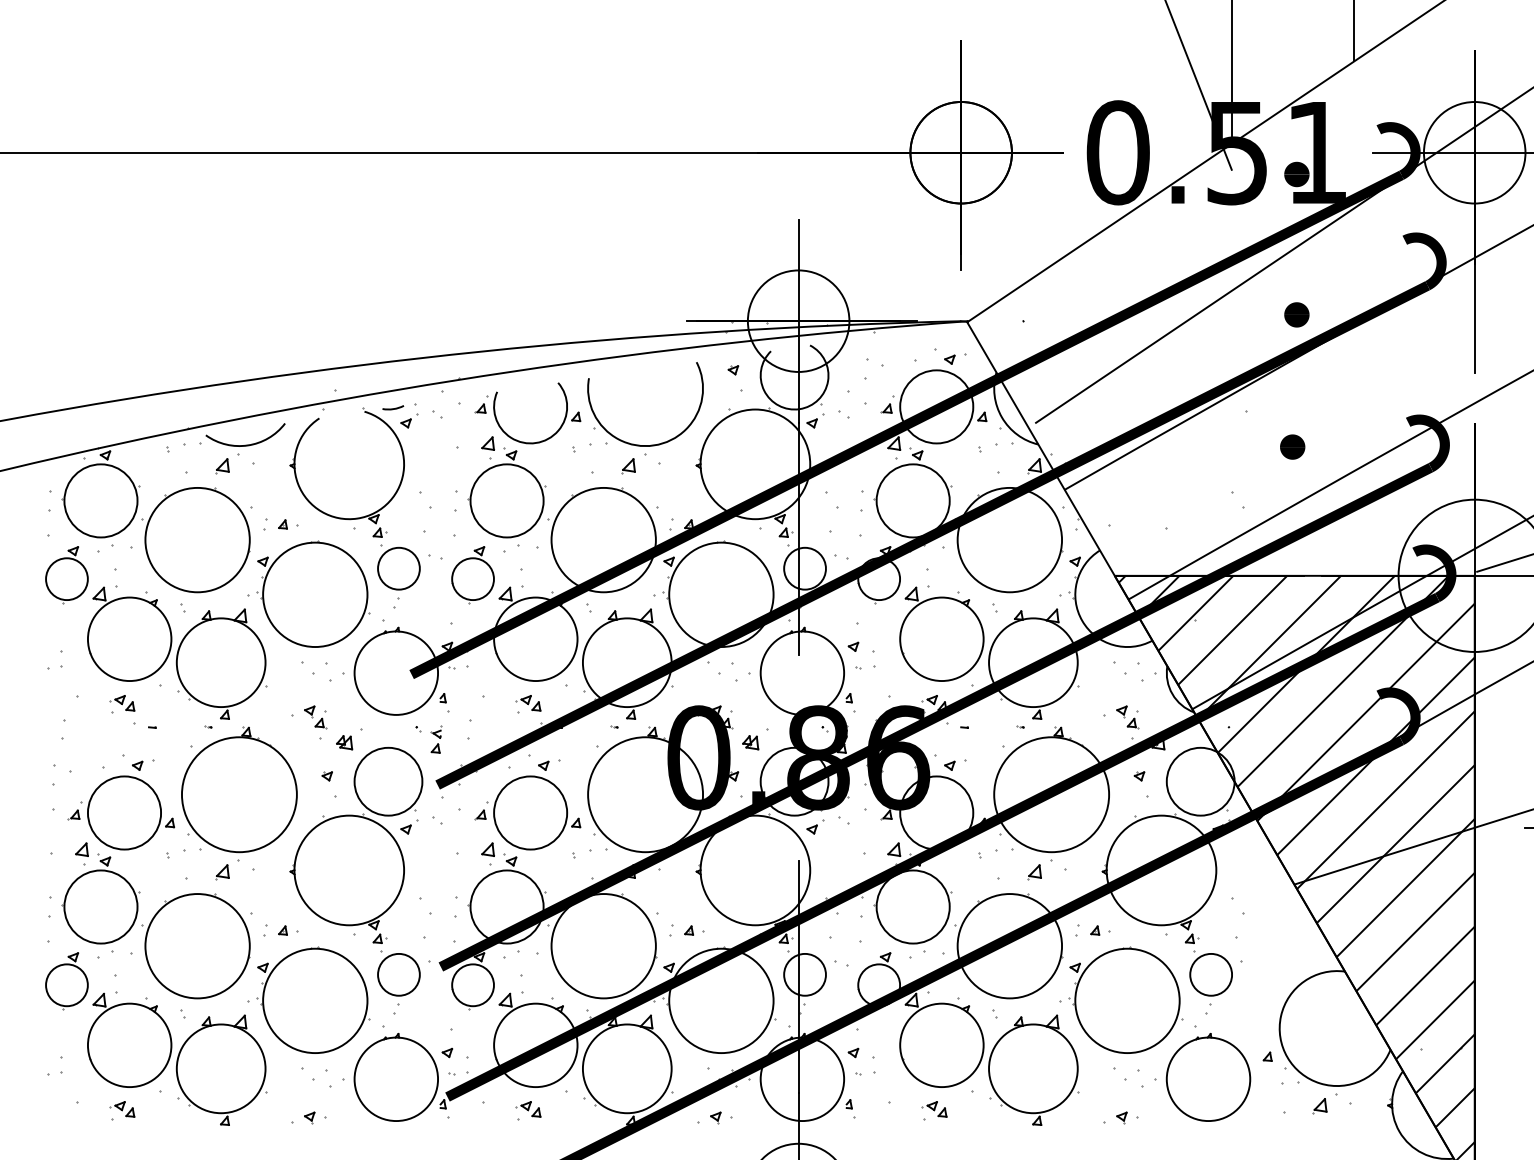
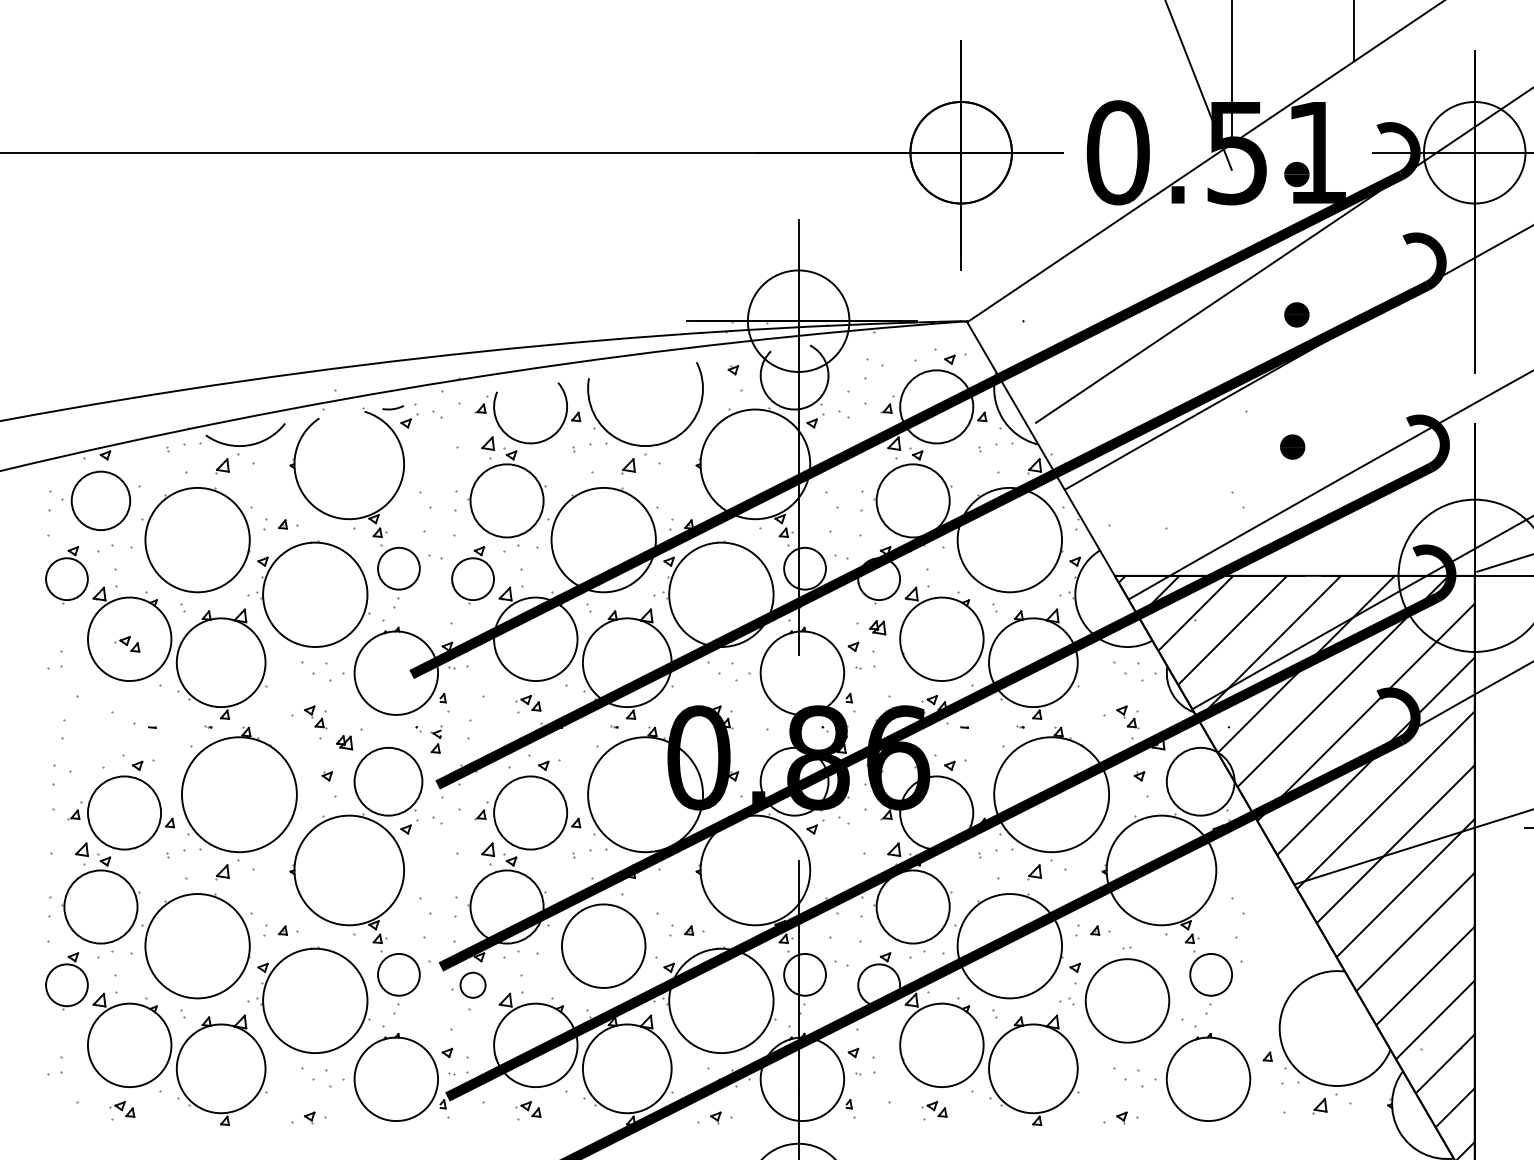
circle at (100, 500) diameter: 73 px -> 58 px
part at (122, 703) position: (122, 703) -> (127, 644)
part at (750, 742) position: (750, 742) -> (877, 627)
circle at (603, 946) diameter: 104 px -> 83 px
circle at (472, 985) diameter: 42 px -> 25 px
circle at (1127, 1000) diameter: 104 px -> 83 px
